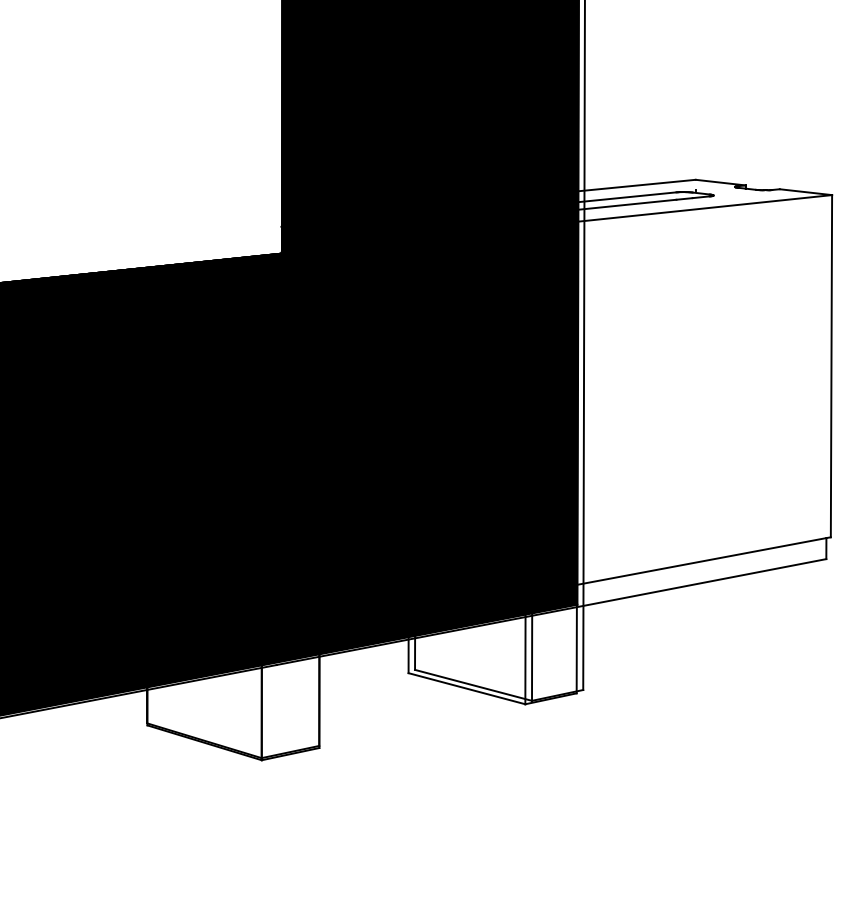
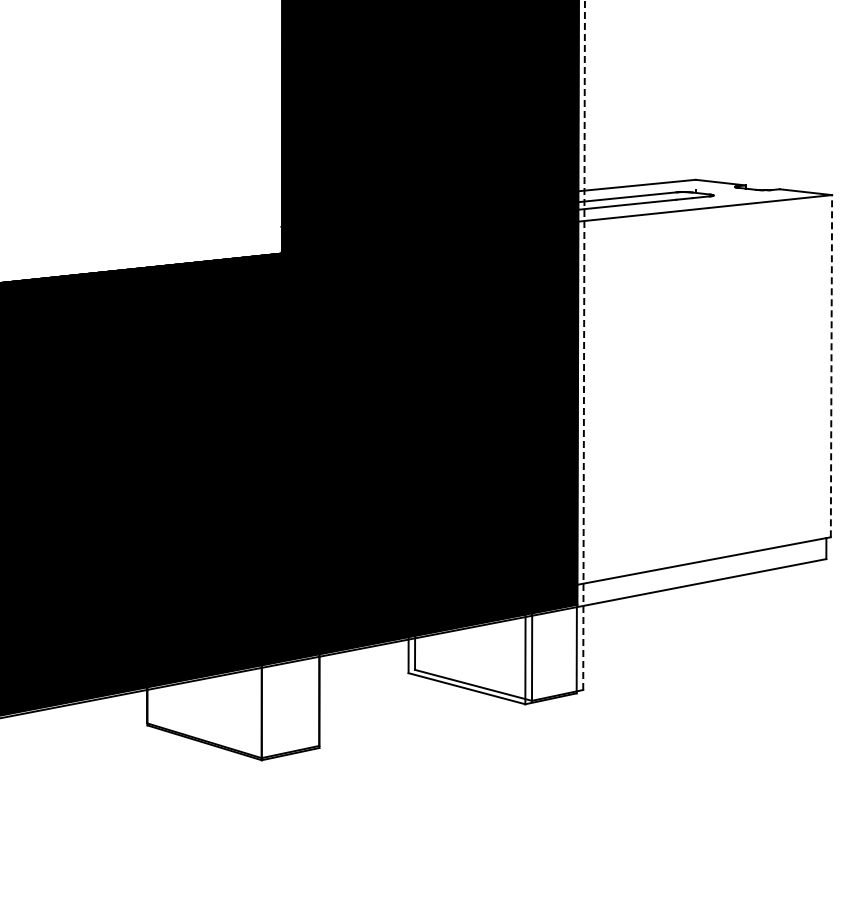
line at (584, 345): solid -> dashed
line at (831, 365): solid -> dashed
